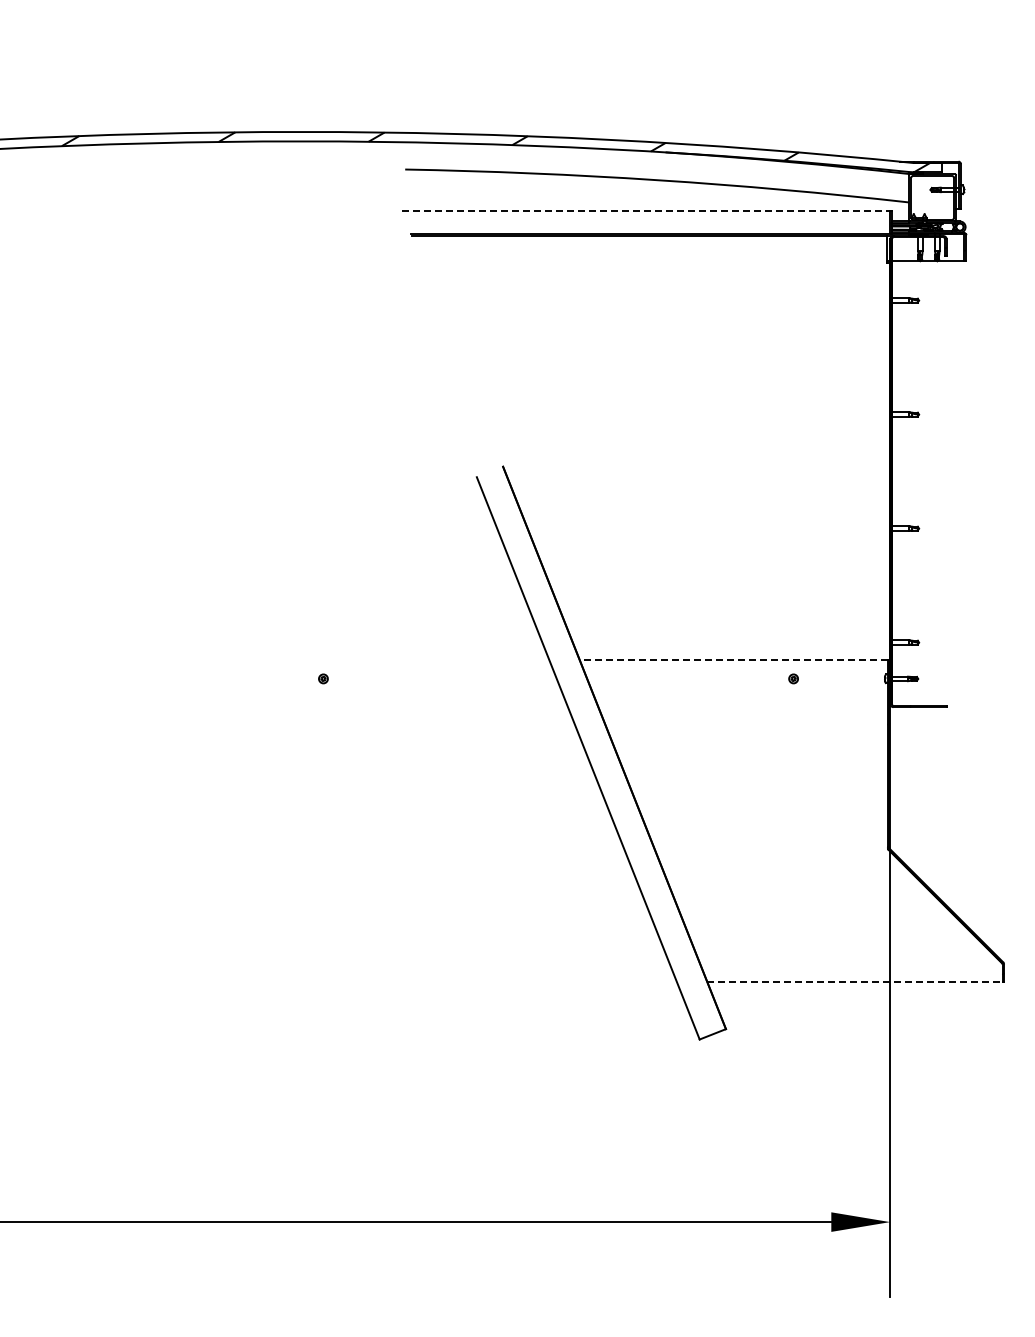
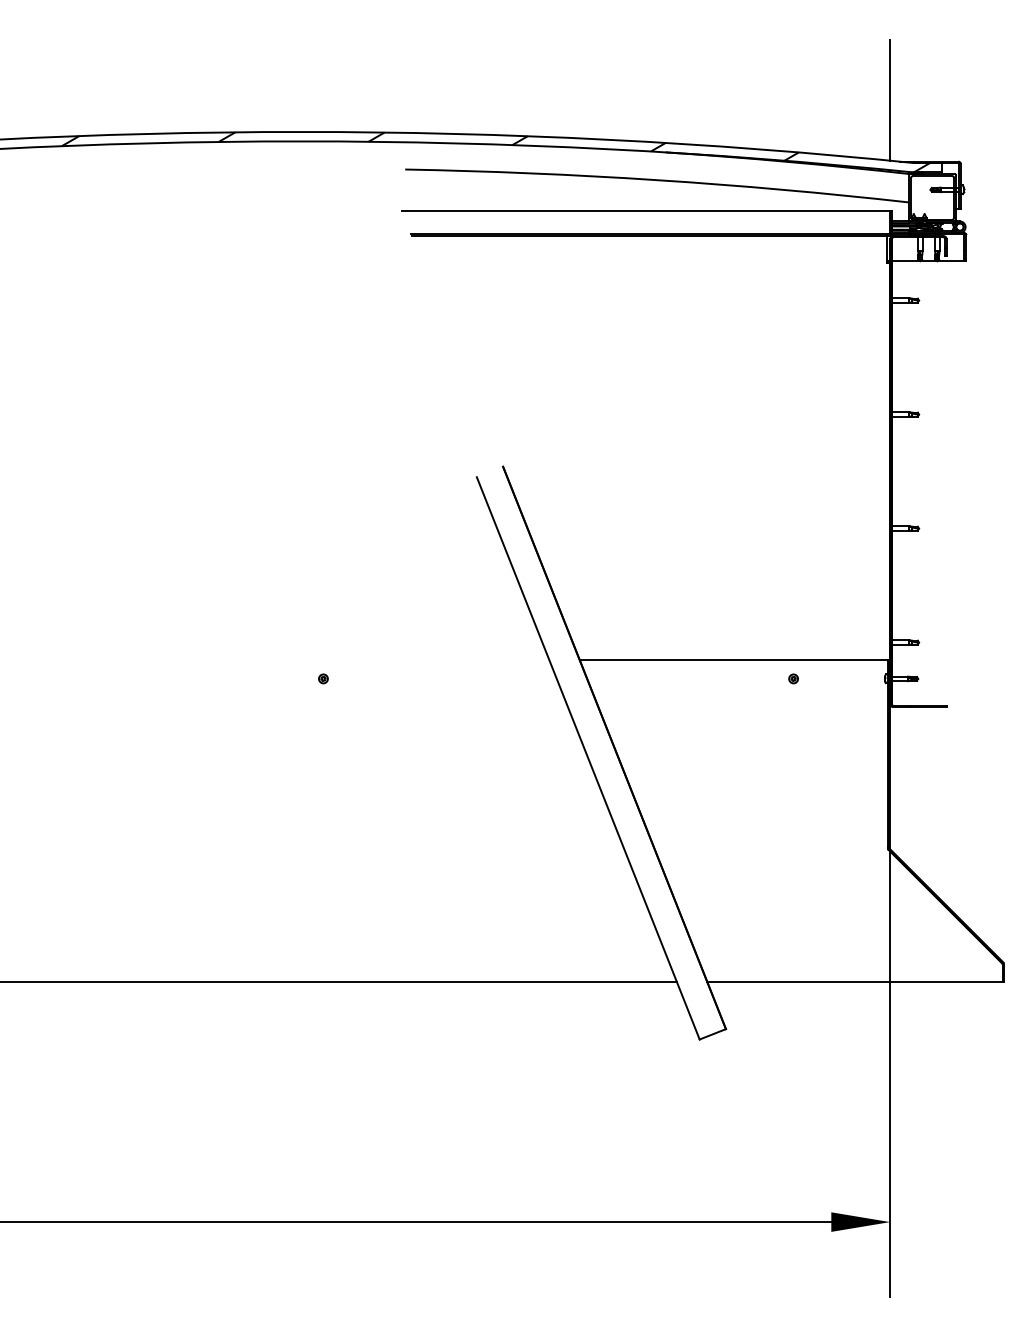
line at (890, 100): none -> present
line at (646, 210): dashed -> solid
line at (733, 660): dashed -> solid
line at (339, 982): none -> present
line at (855, 982): dashed -> solid
